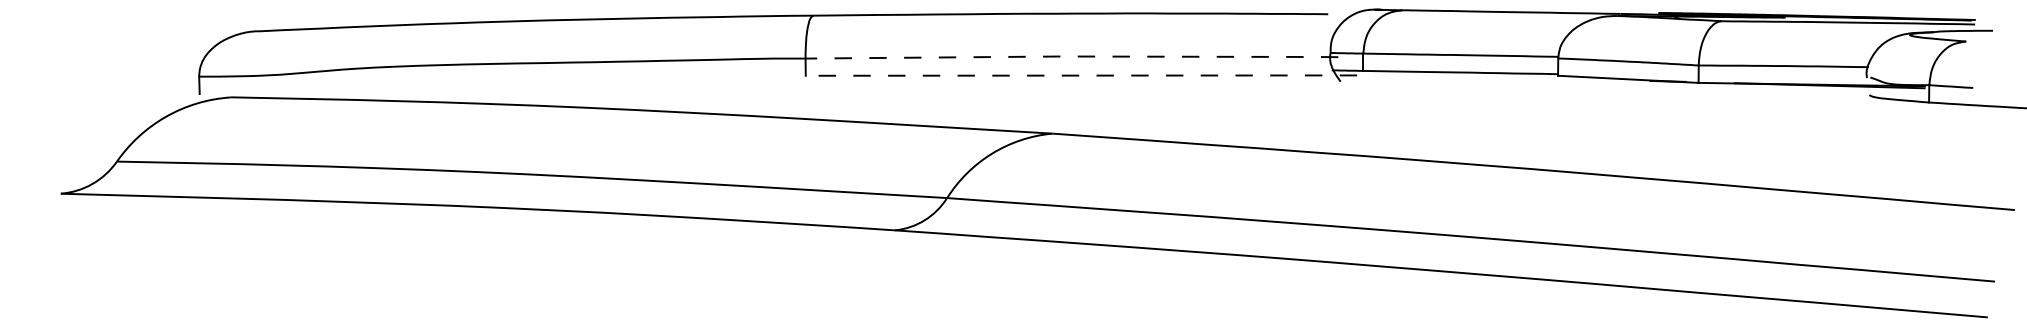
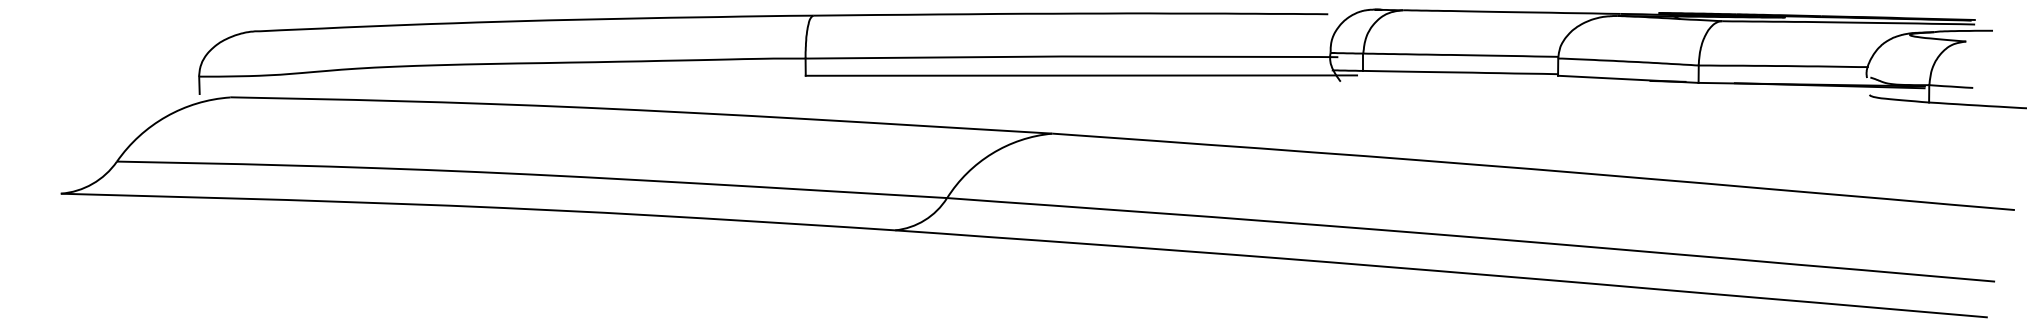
line at (1071, 56): dashed -> solid
line at (1081, 75): dashed -> solid
